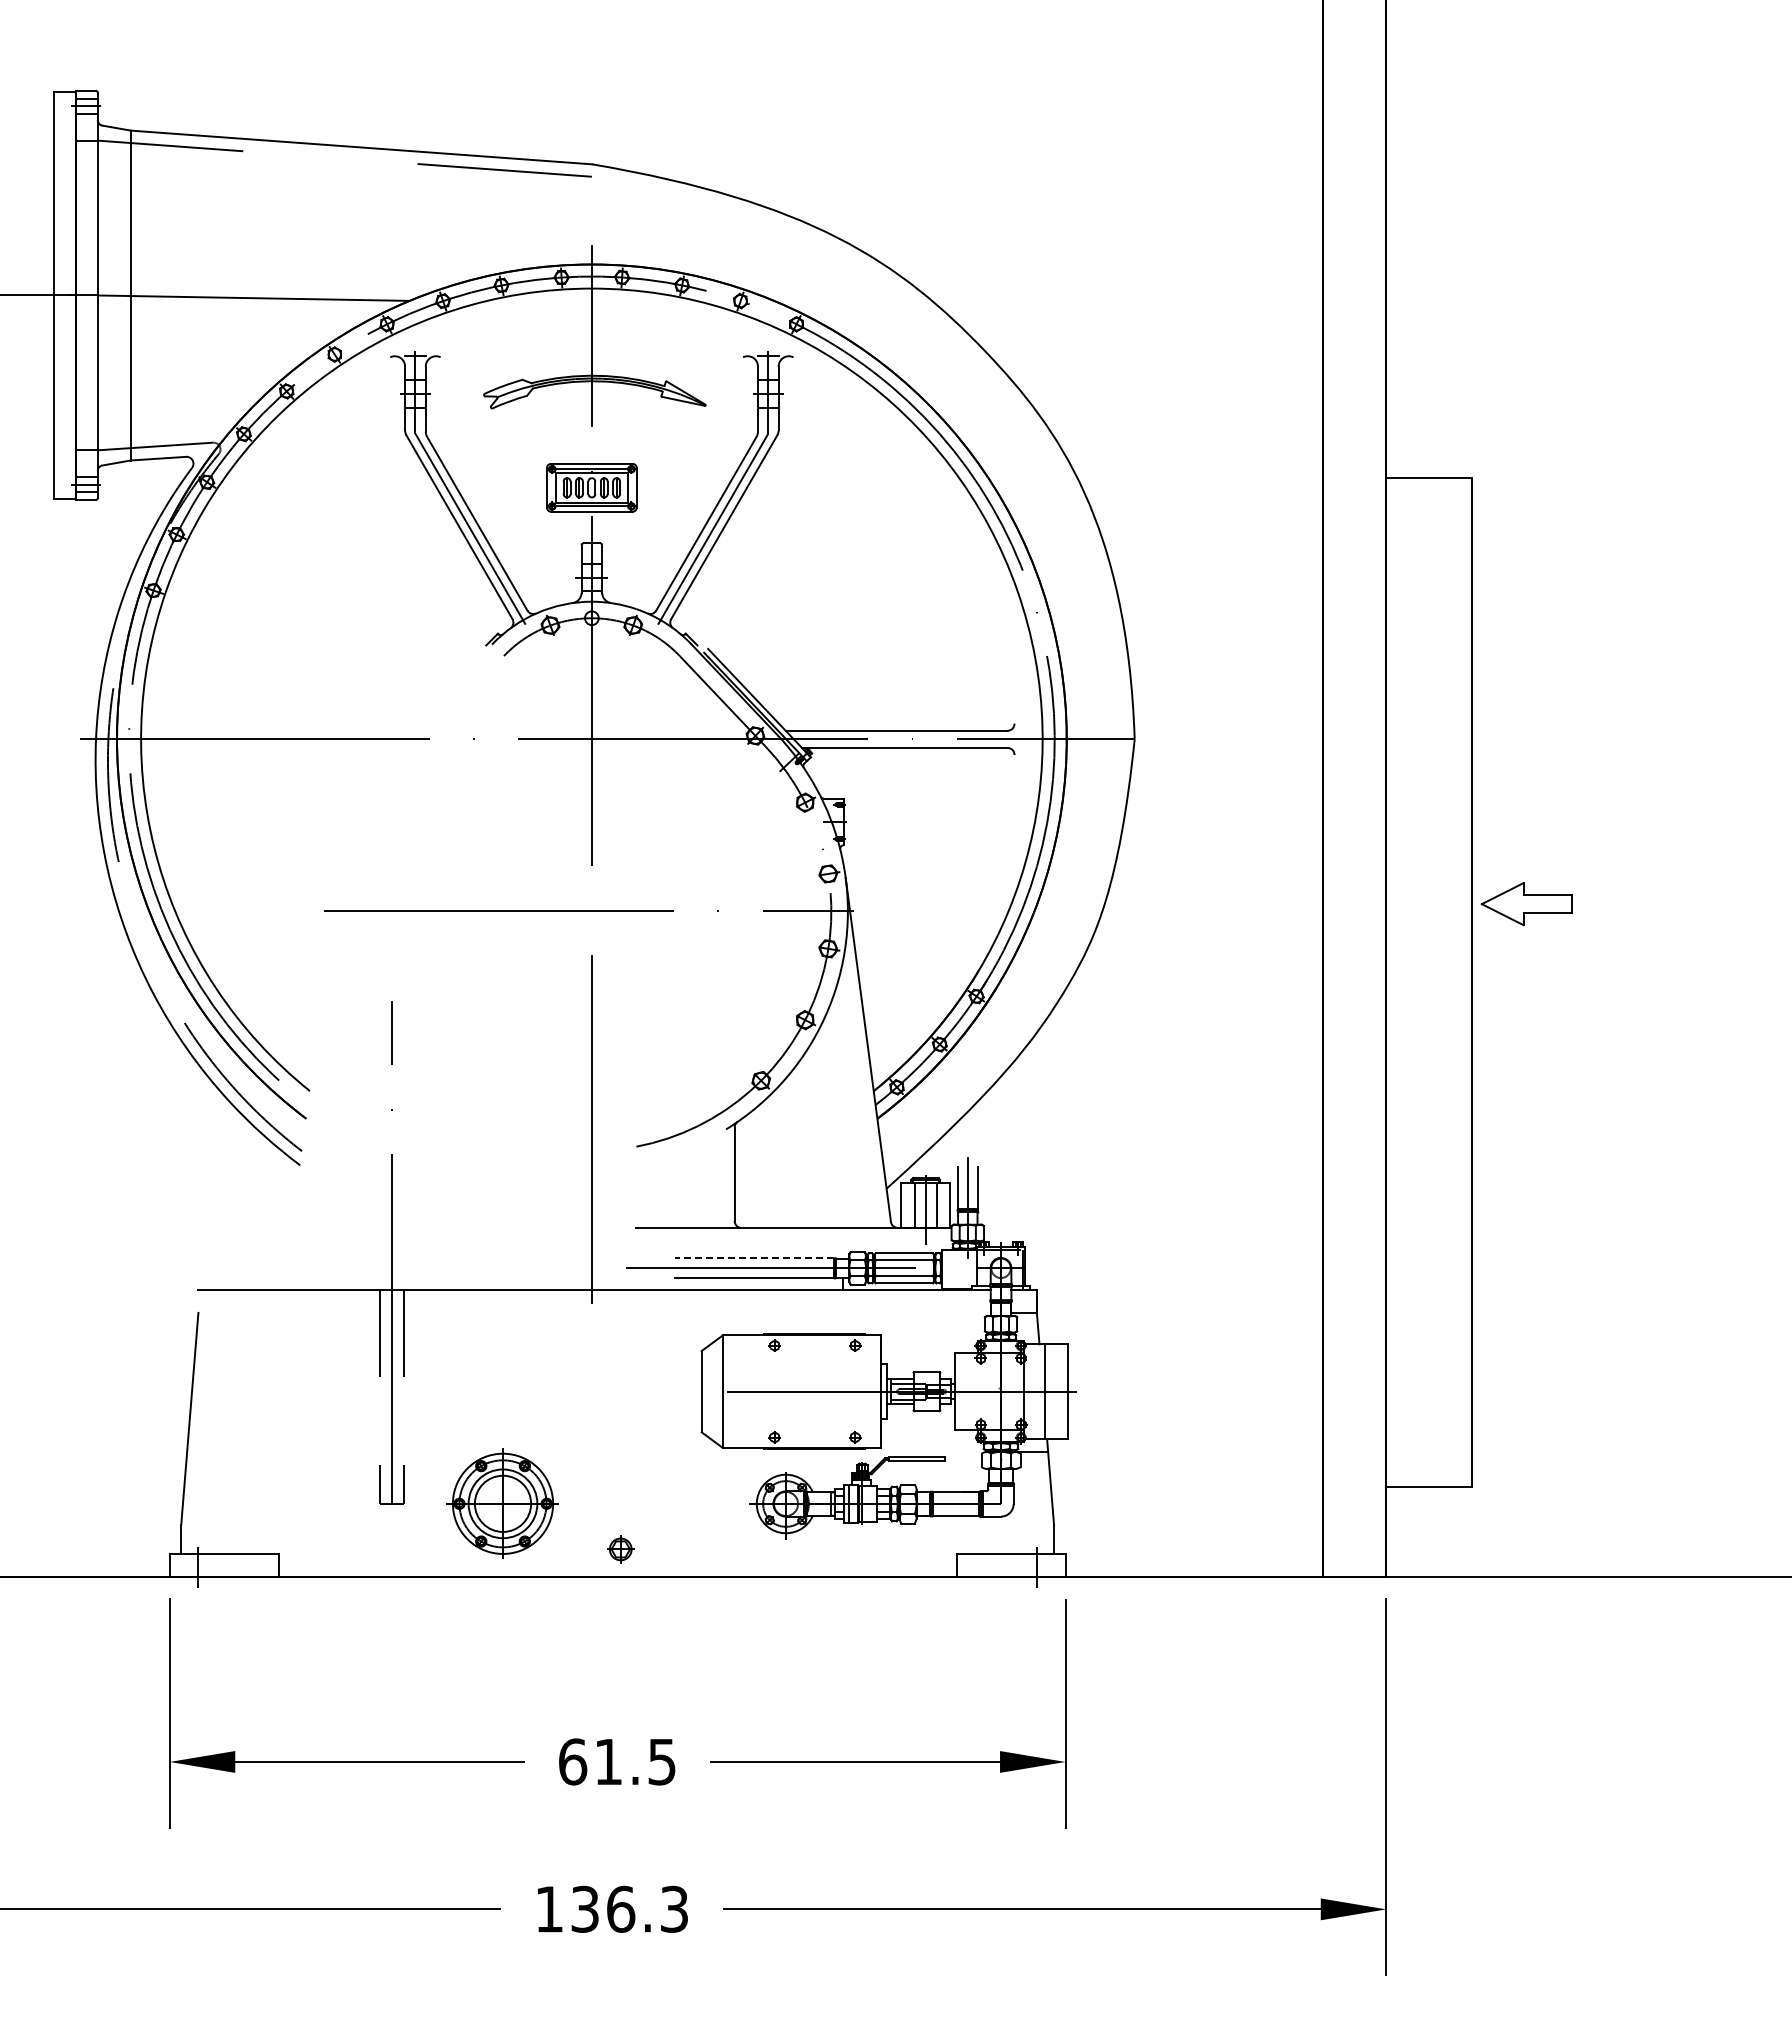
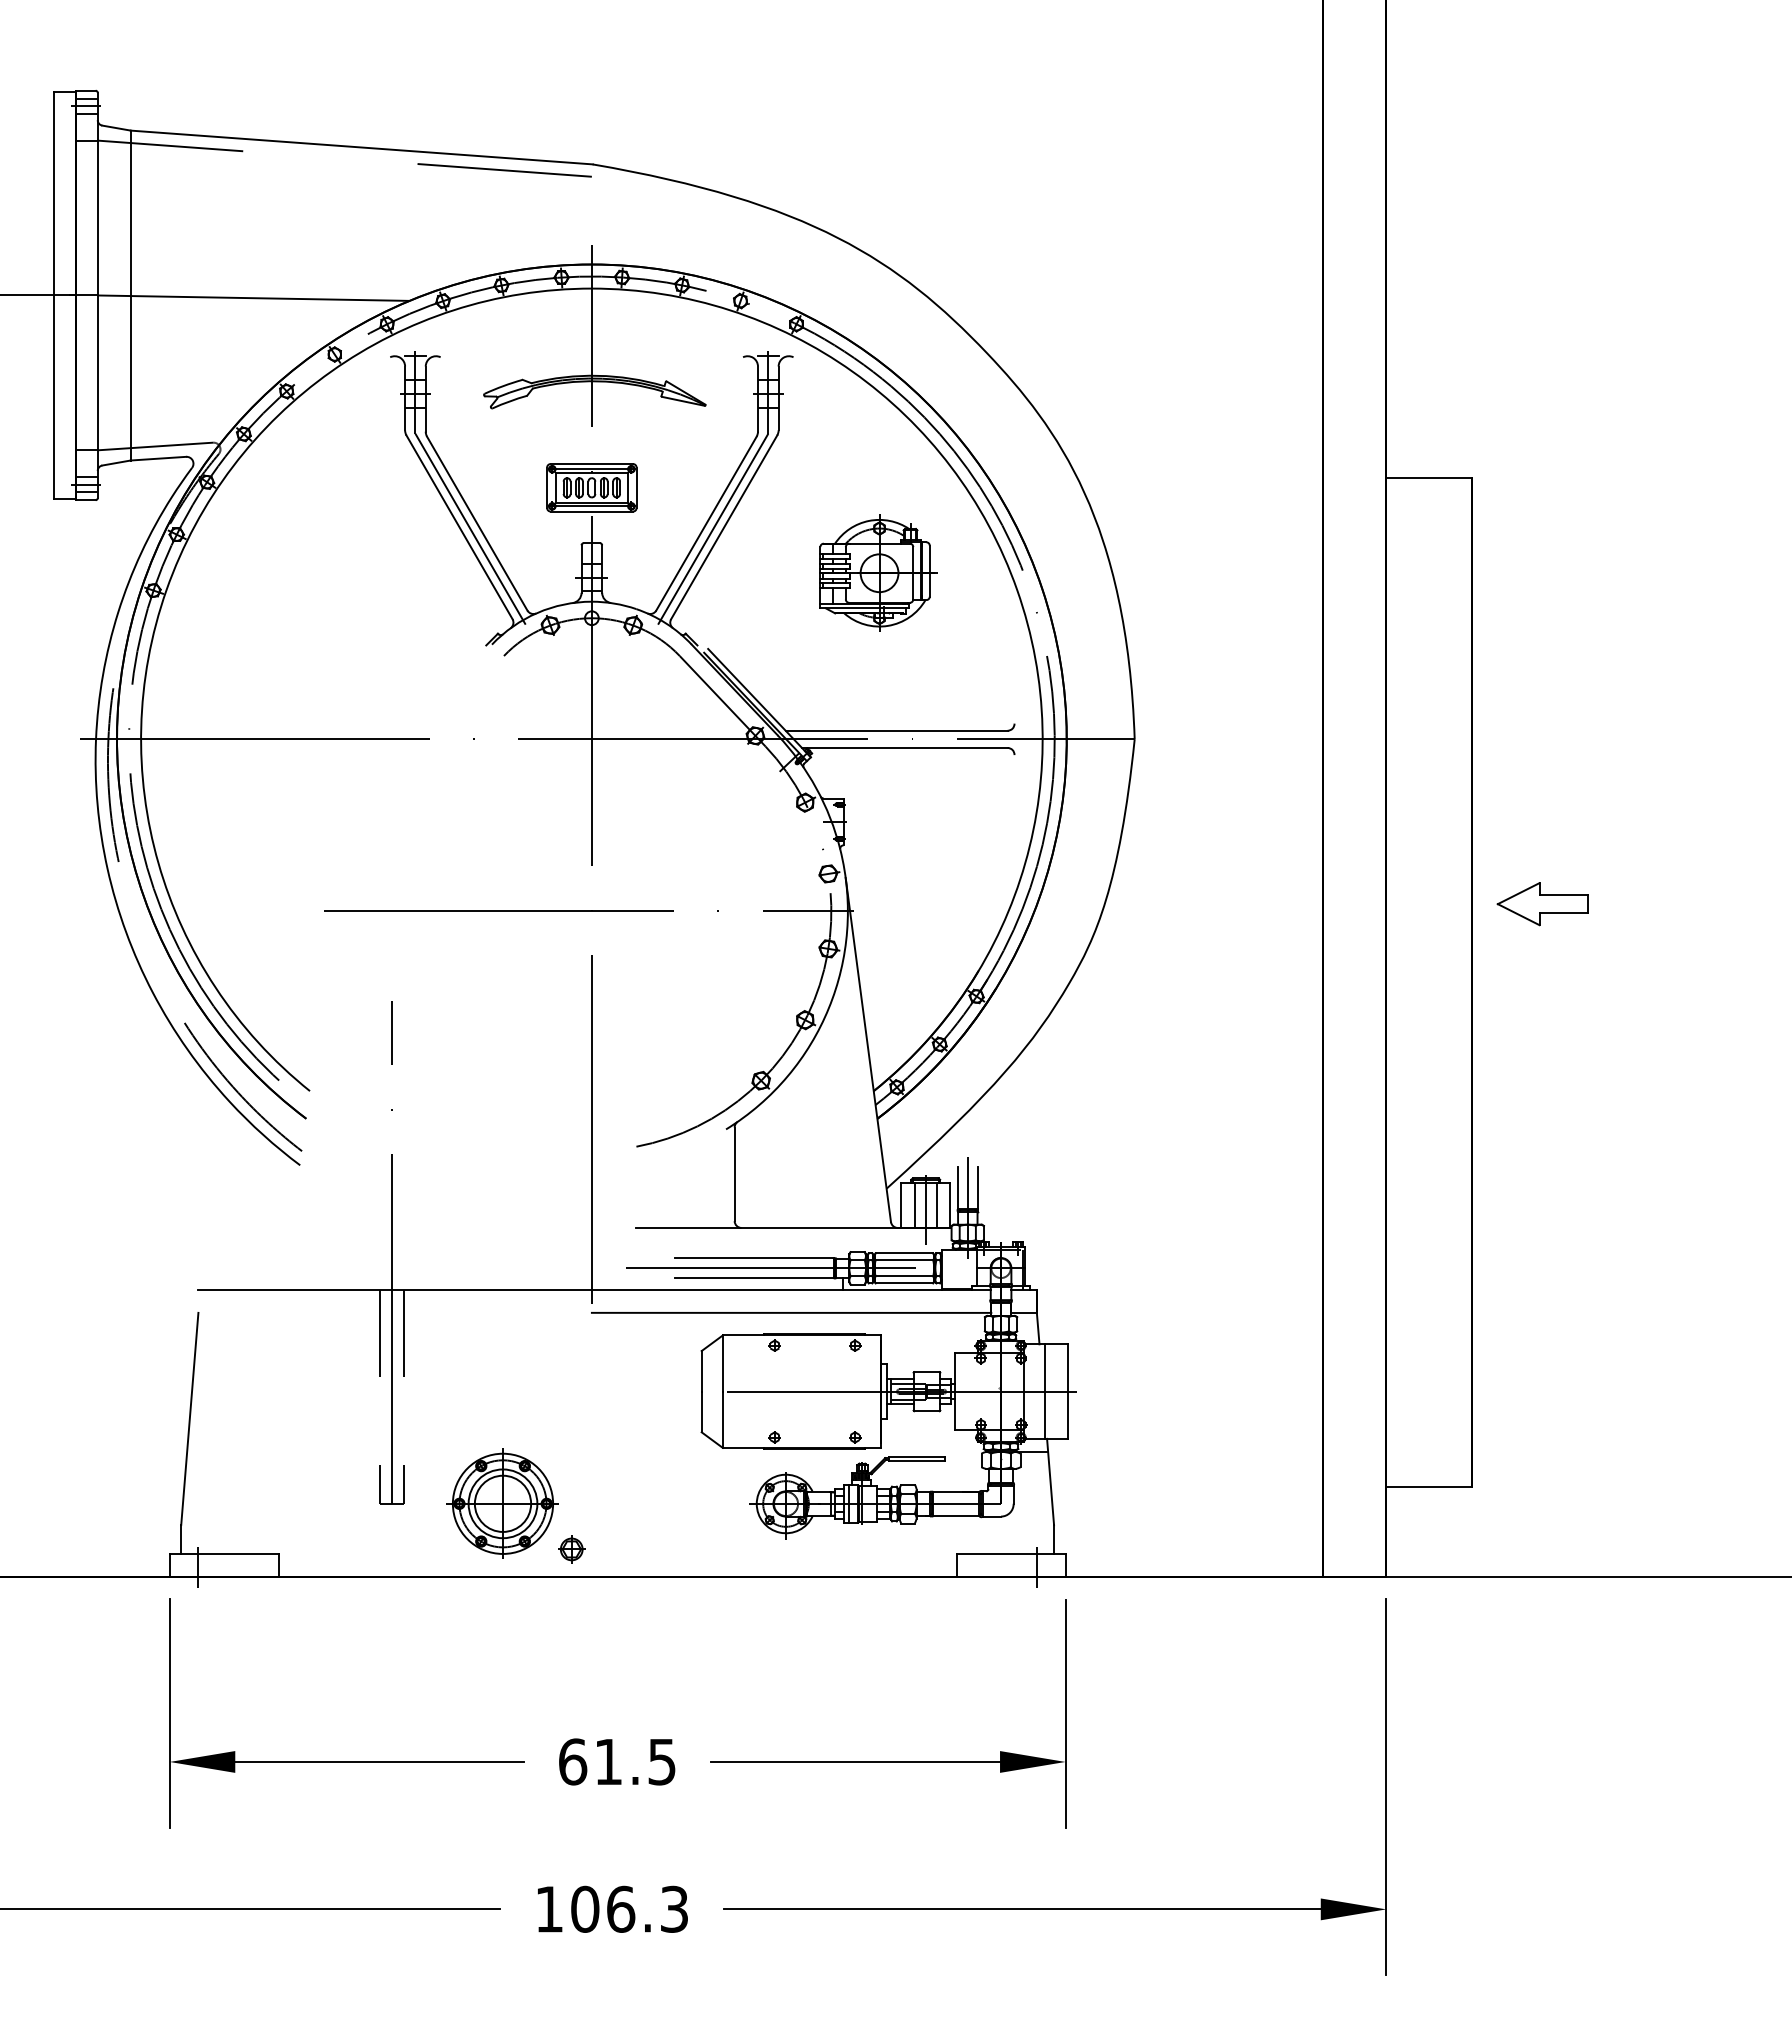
part at (878, 572): none -> present
part at (1526, 904) position: (1526, 904) -> (1542, 904)
line at (754, 1258): dashed -> solid
line at (791, 1312): none -> present
part at (620, 1549) position: (620, 1549) -> (571, 1549)
text at (585, 1908): 136.3 -> 106.3
